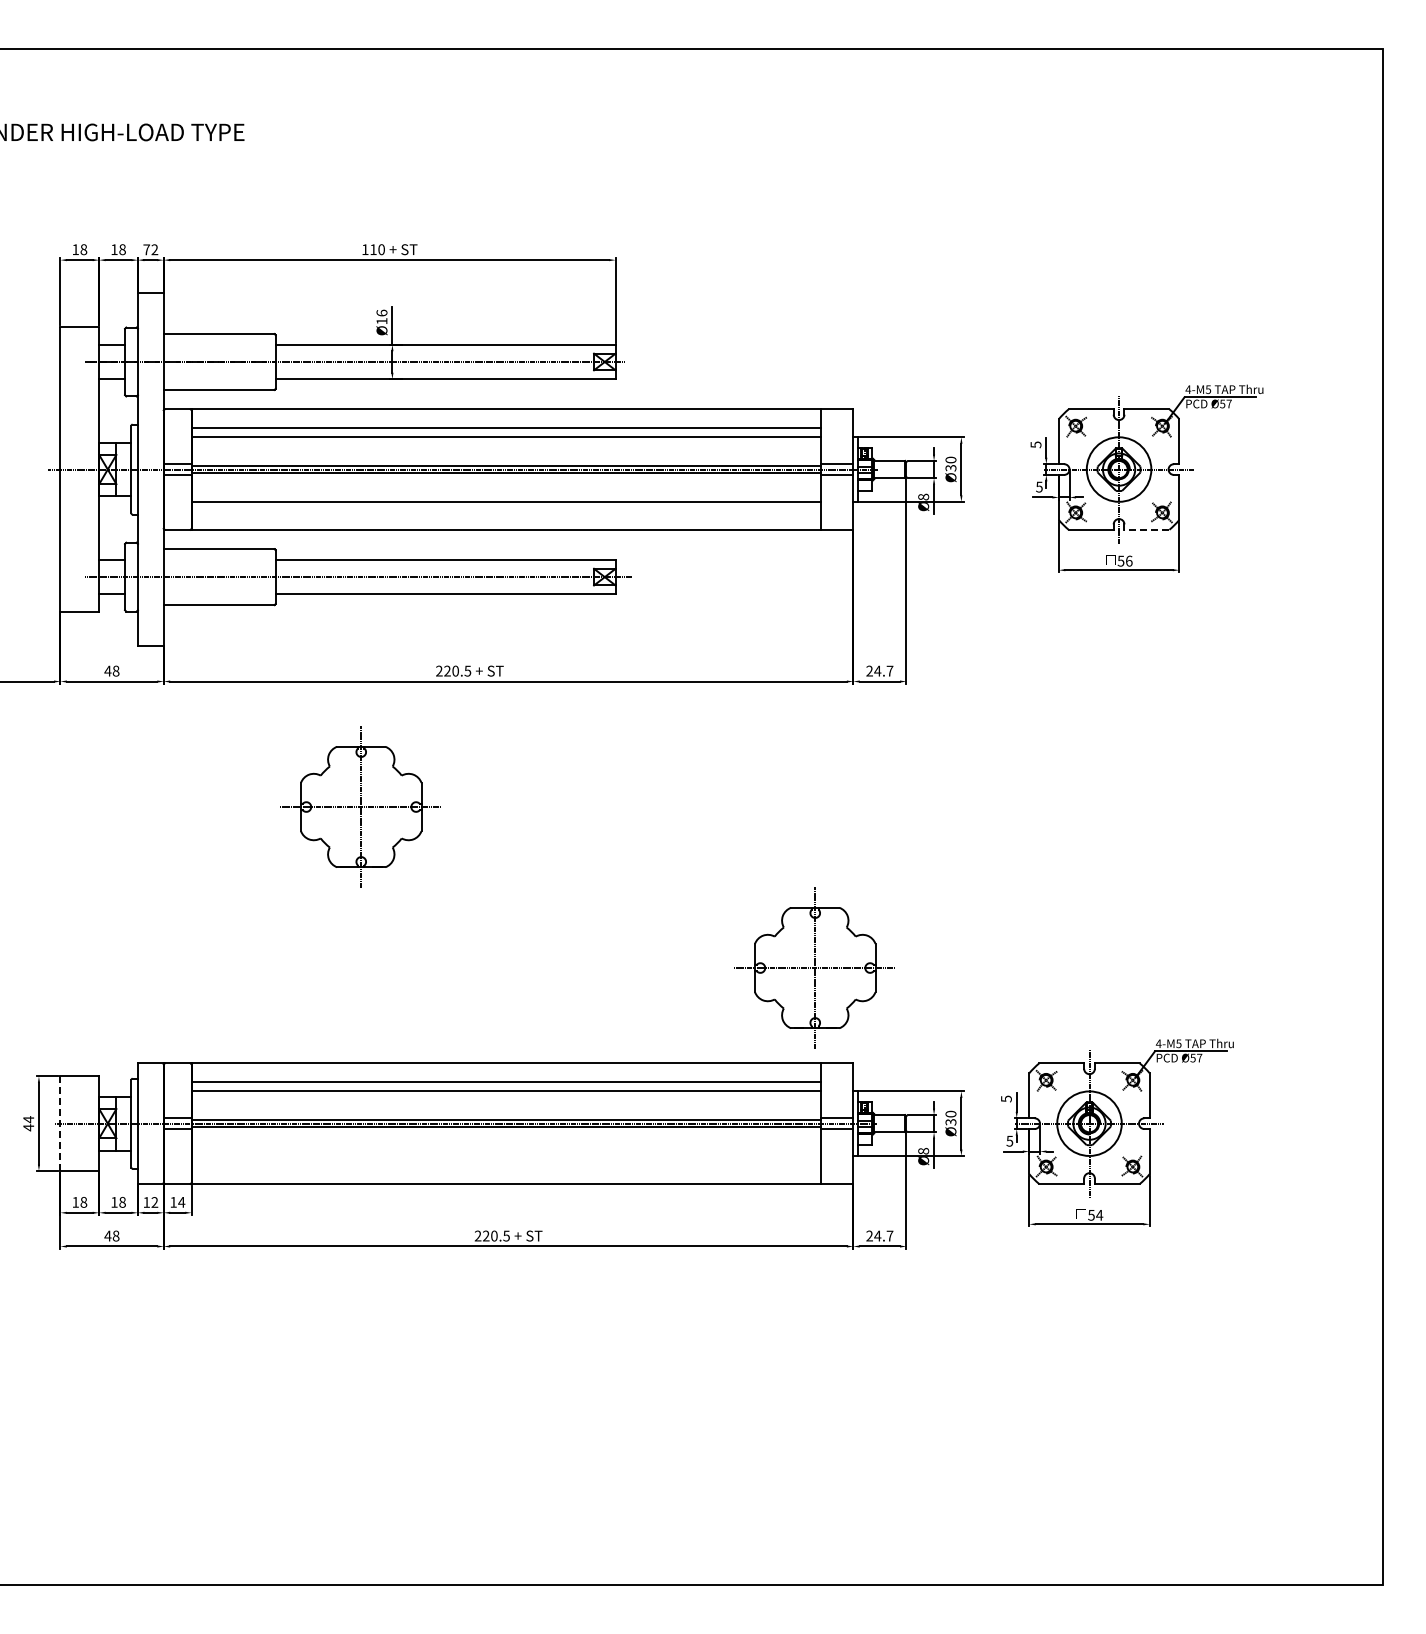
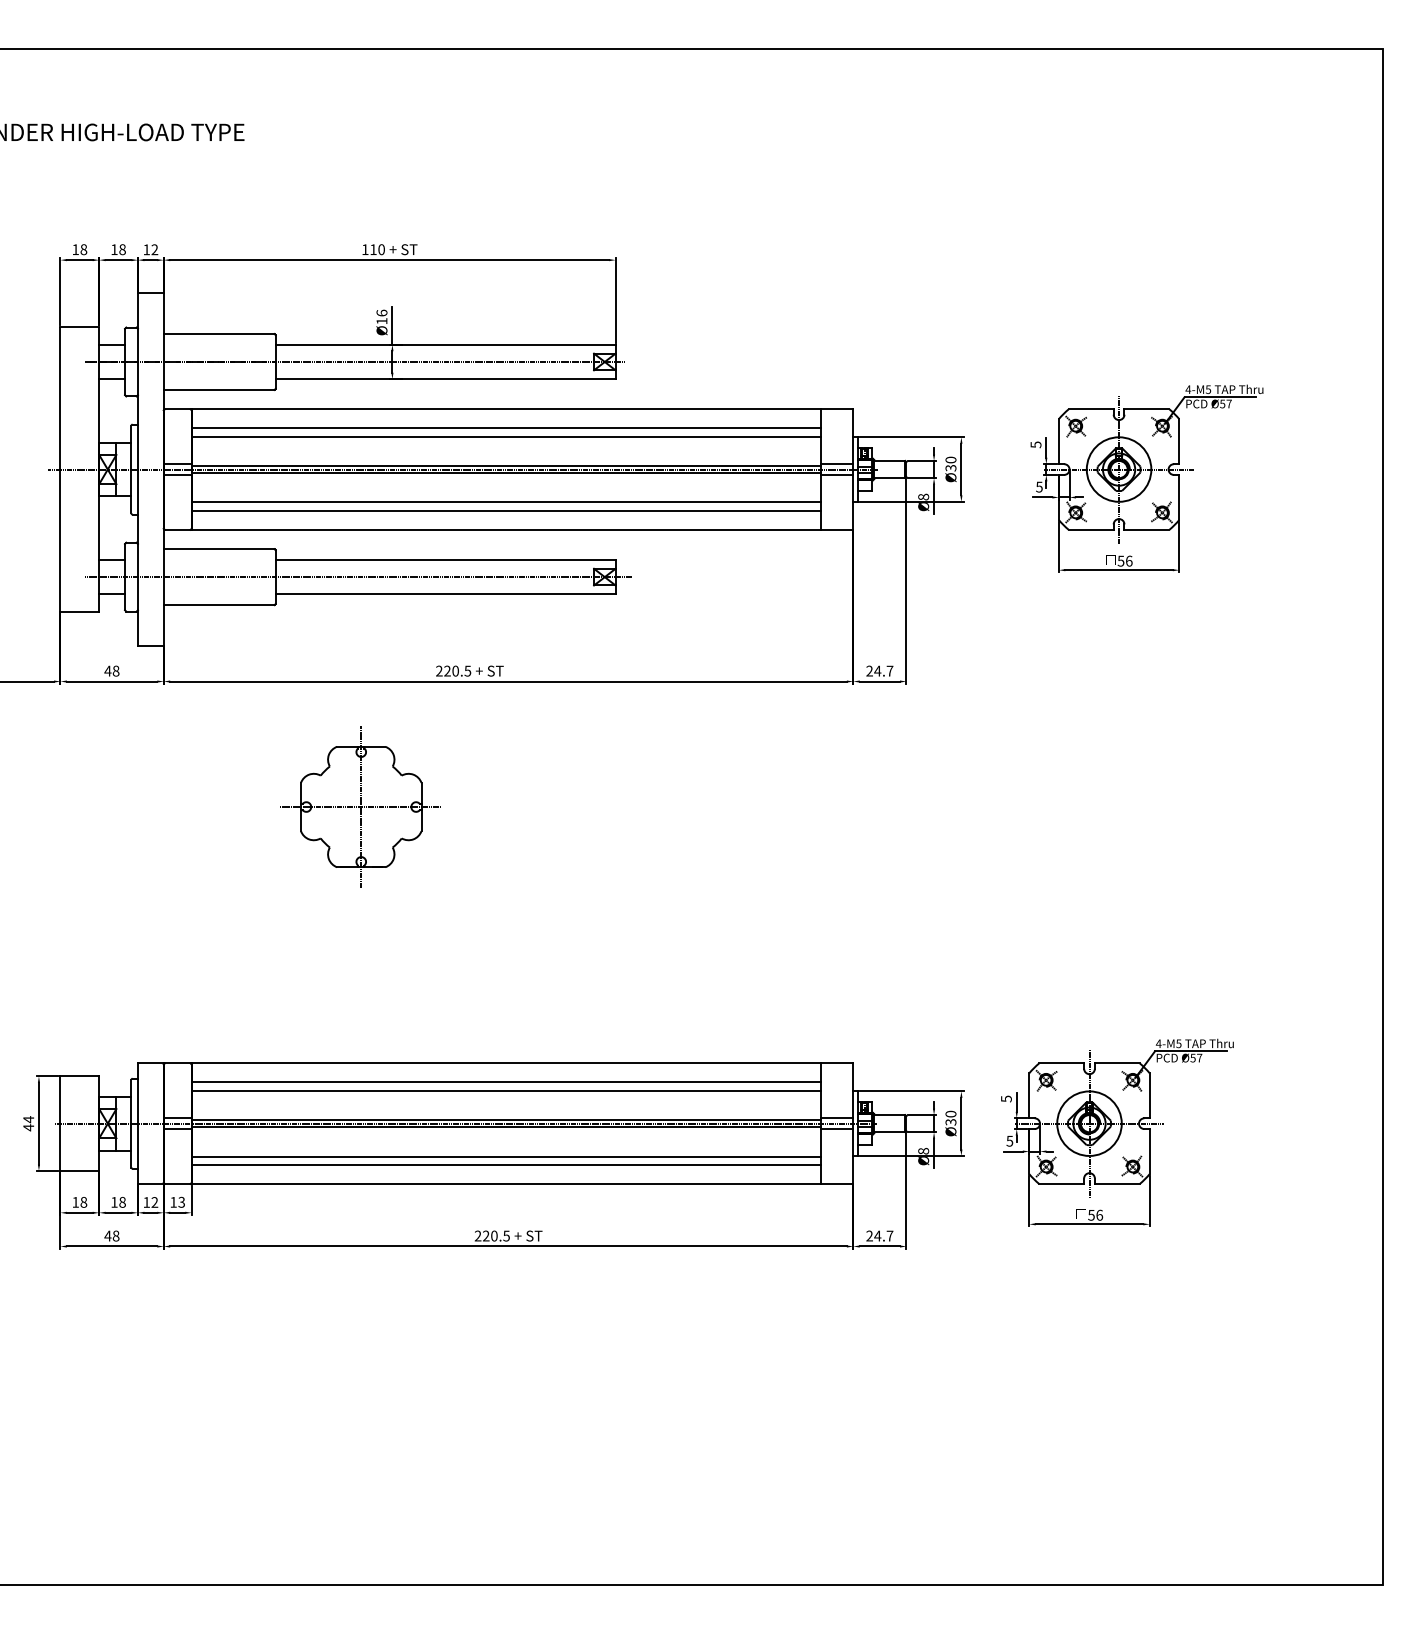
text at (146, 249): 72 -> 12
line at (506, 511): none -> present
line at (1146, 529): dashed -> solid
part at (814, 967): present -> none
line at (60, 1124): dashed -> solid
line at (506, 1156): none -> present
line at (506, 1165): none -> present
text at (181, 1201): 14 -> 13
text at (1099, 1214): 54 -> 56
